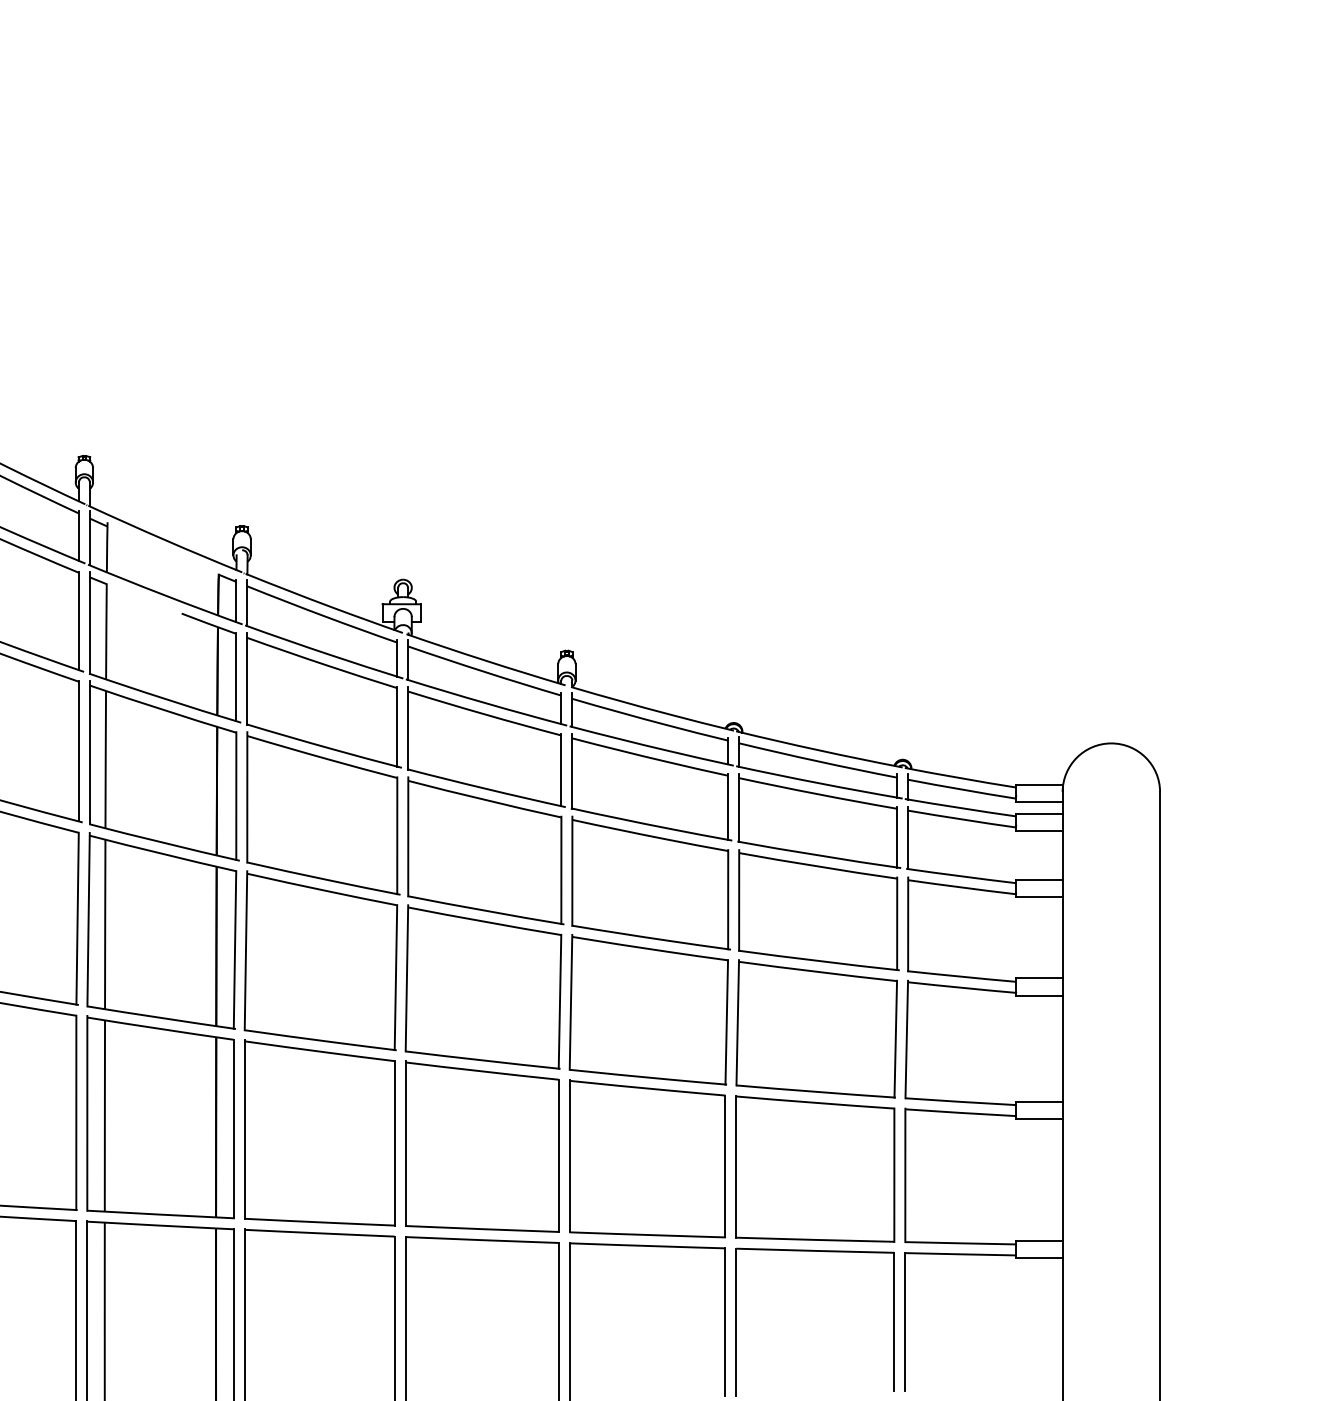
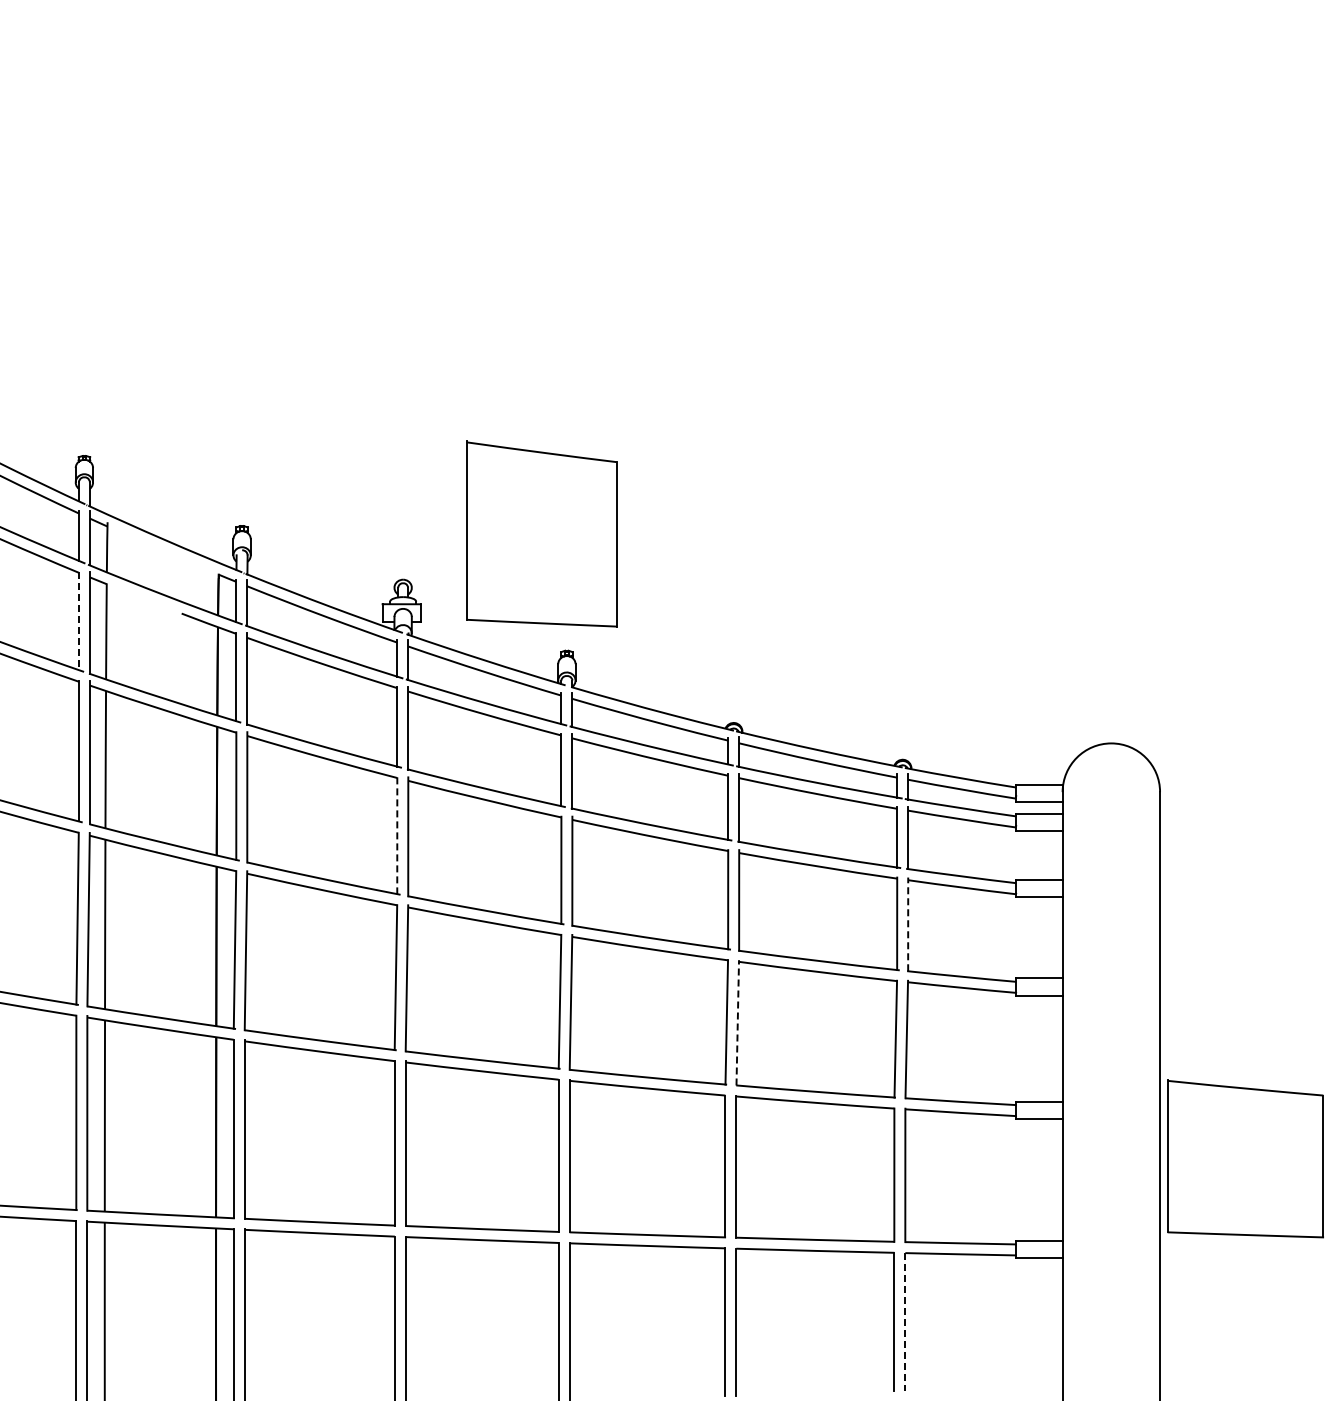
part at (541, 533): none -> present
line at (78, 621): solid -> dashed
line at (397, 836): solid -> dashed
line at (908, 924): solid -> dashed
line at (737, 1022): solid -> dashed
part at (1245, 1158): none -> present
line at (905, 1322): solid -> dashed
